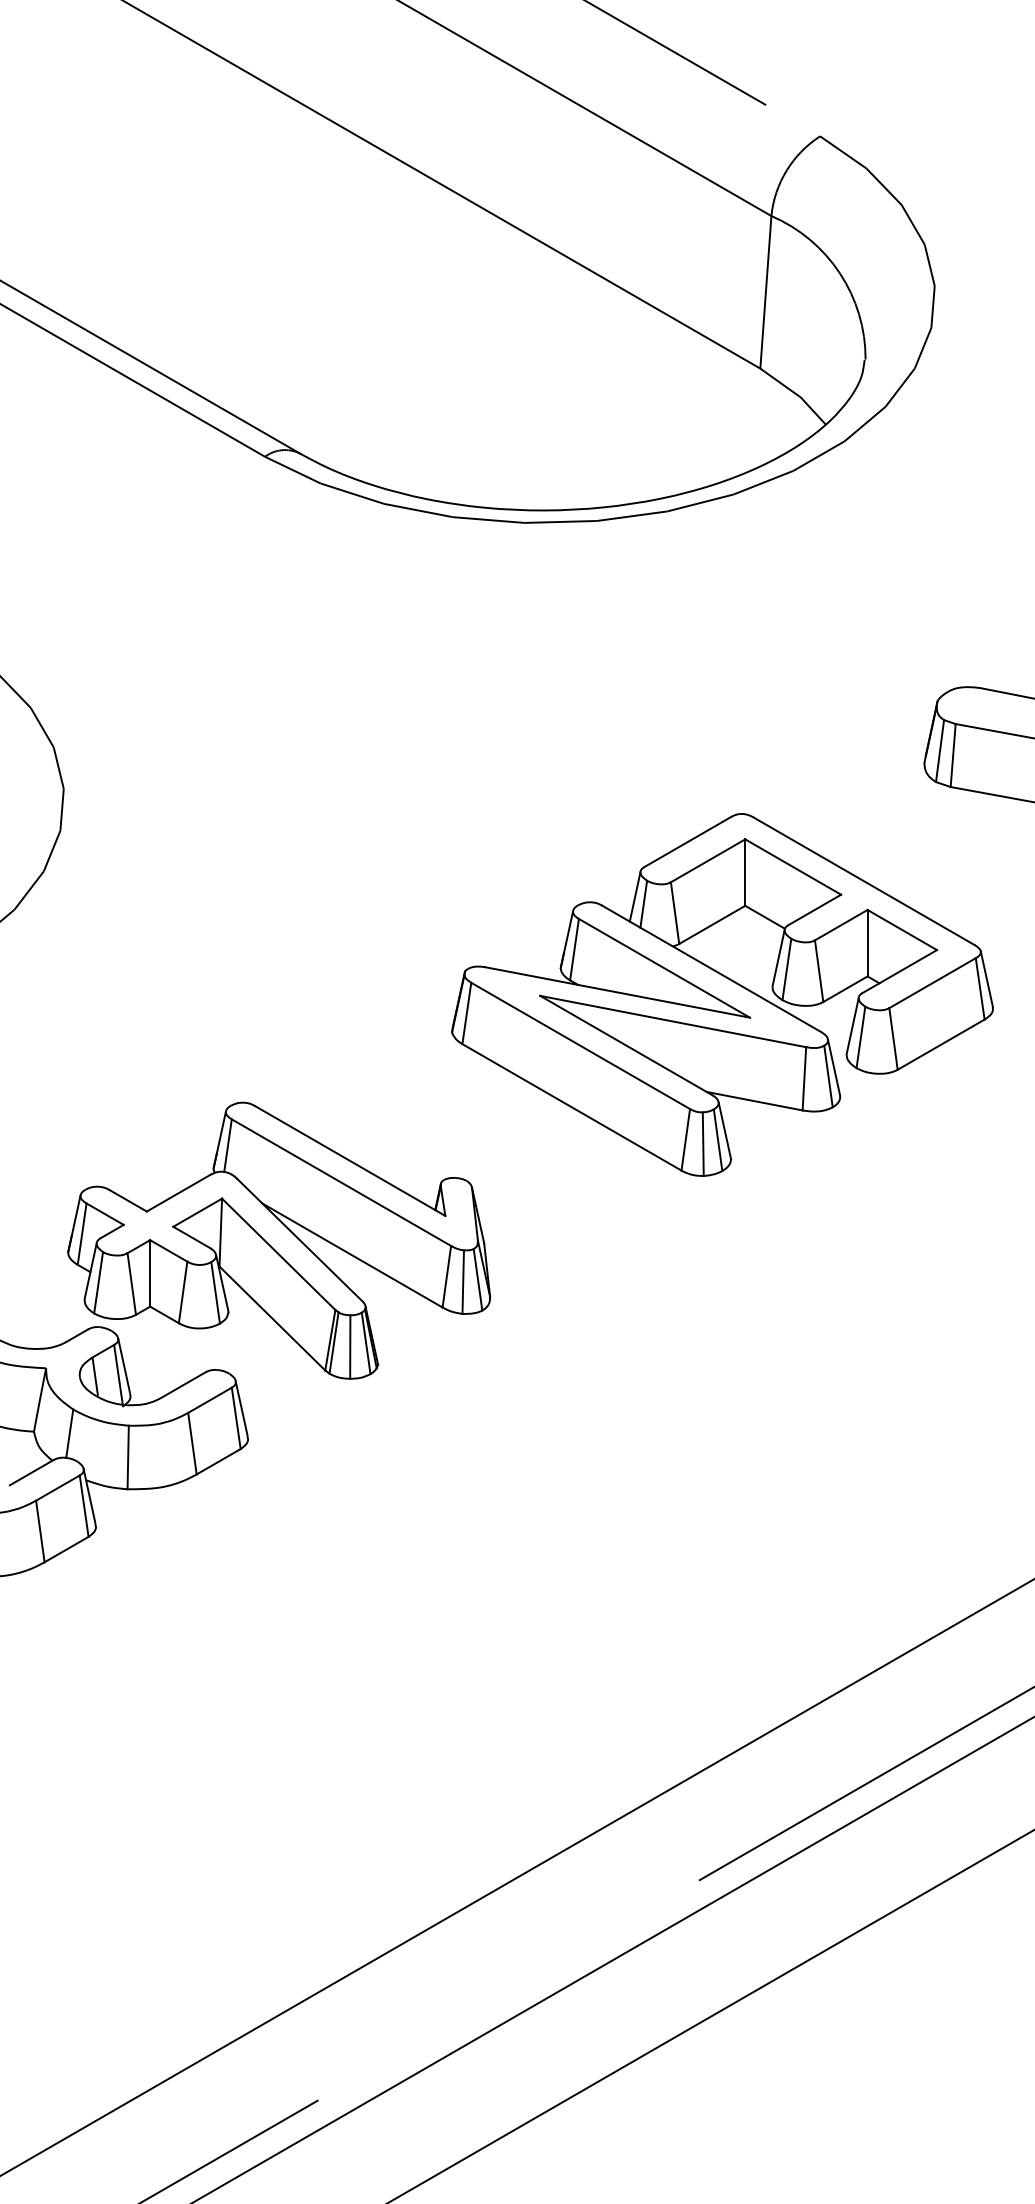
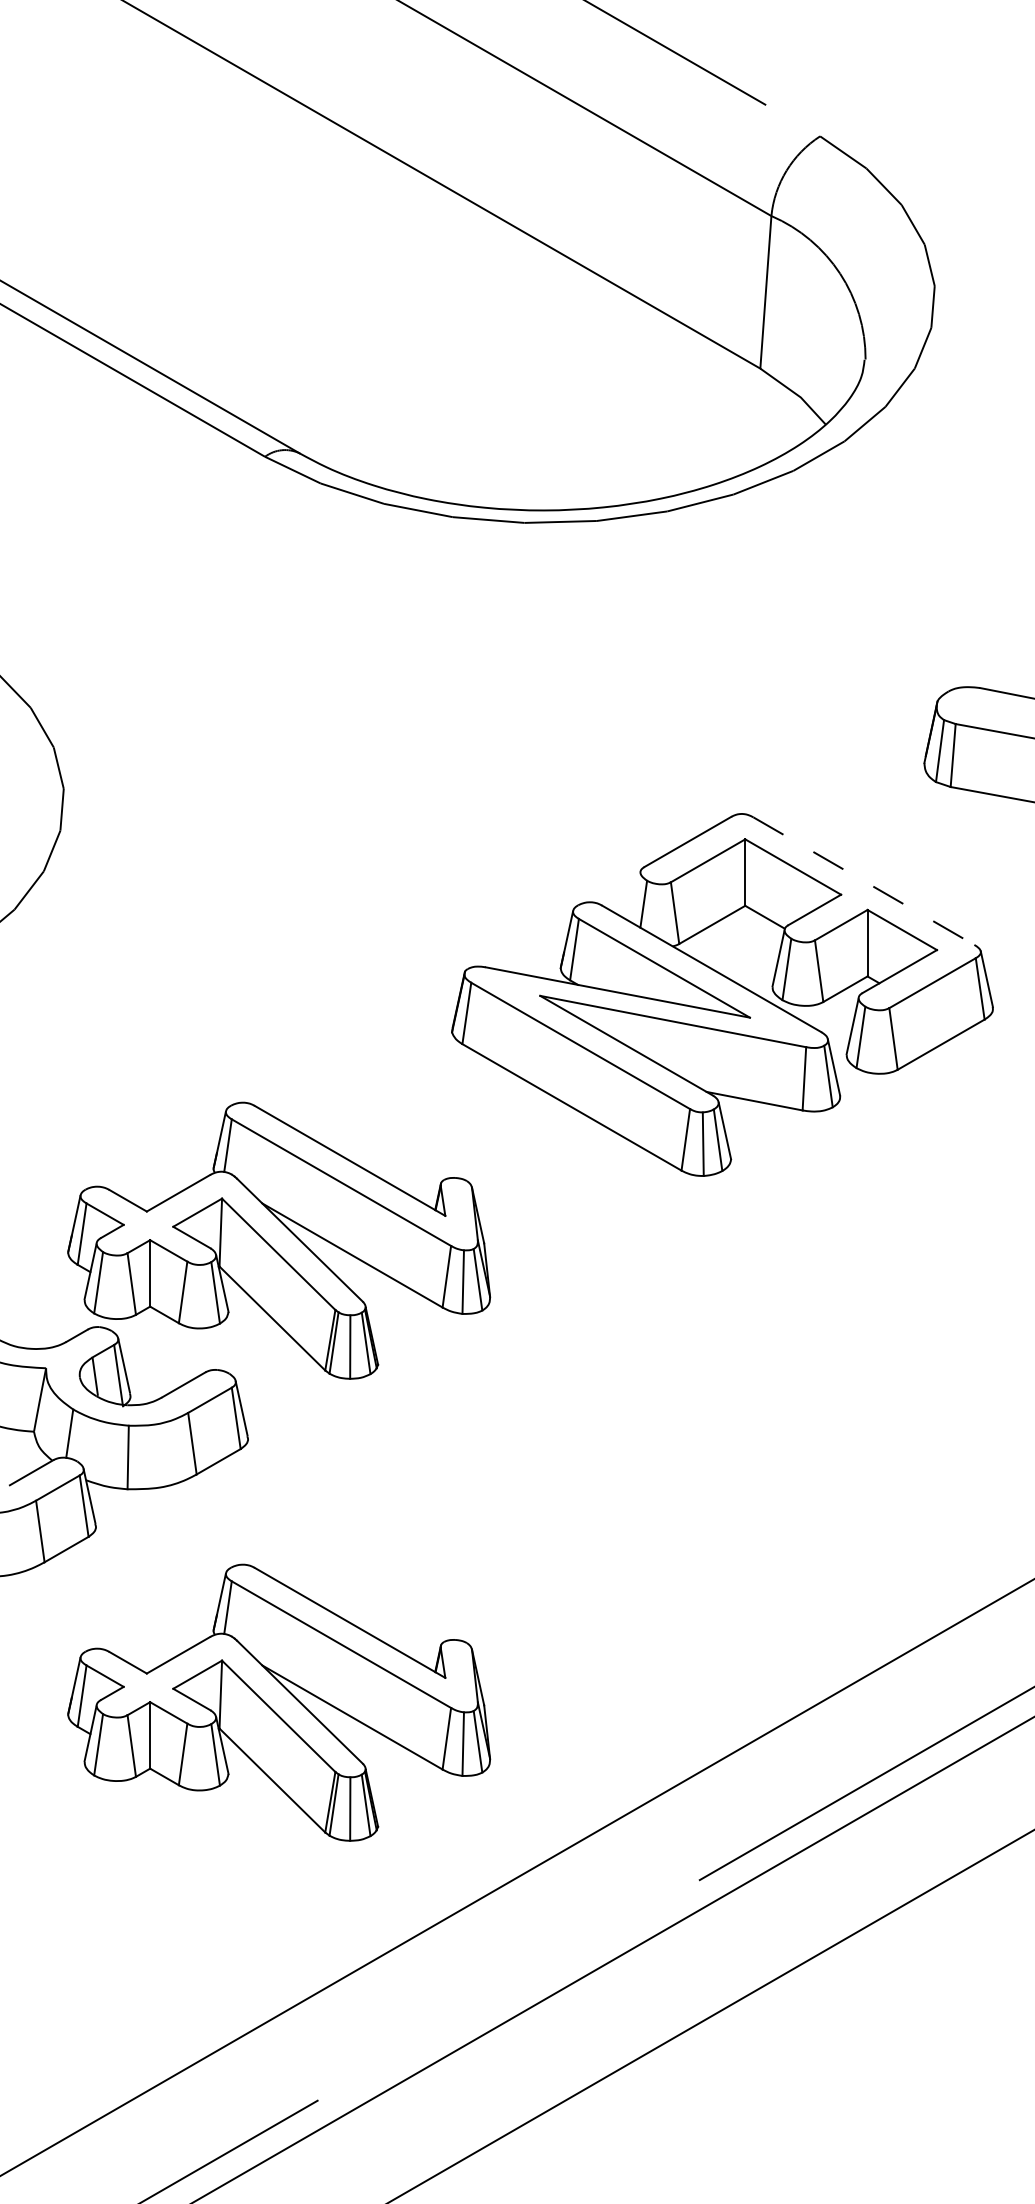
line at (863, 881): solid -> dashed
line at (634, 896): present -> none
part at (279, 1702): none -> present
